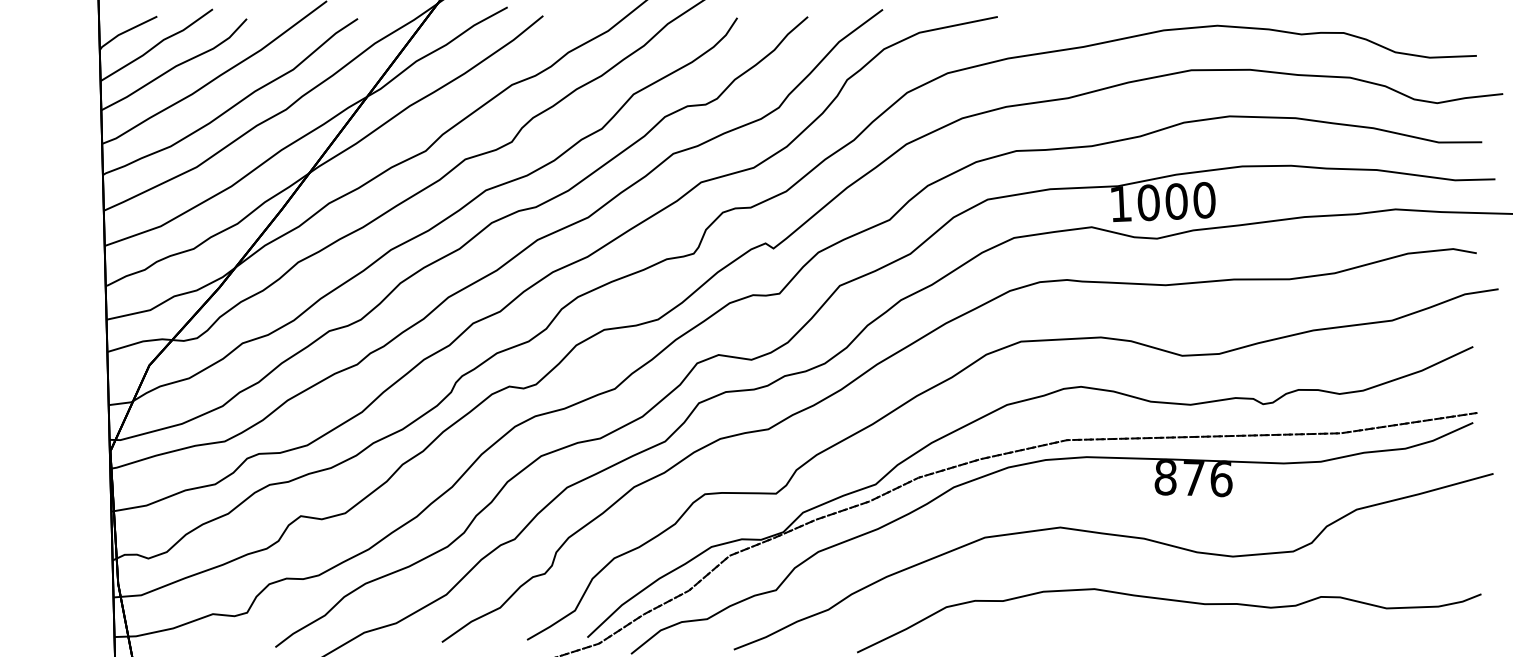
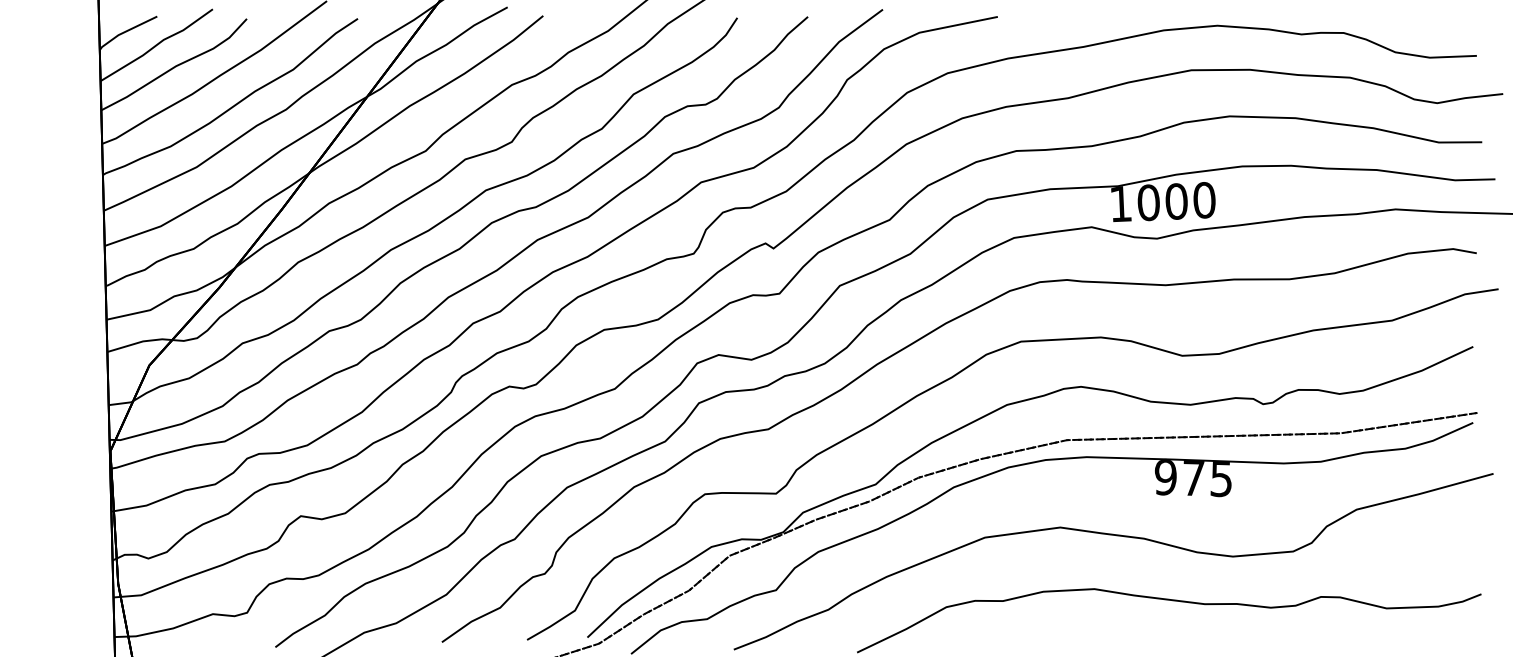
text at (1193, 478): 876 -> 975
